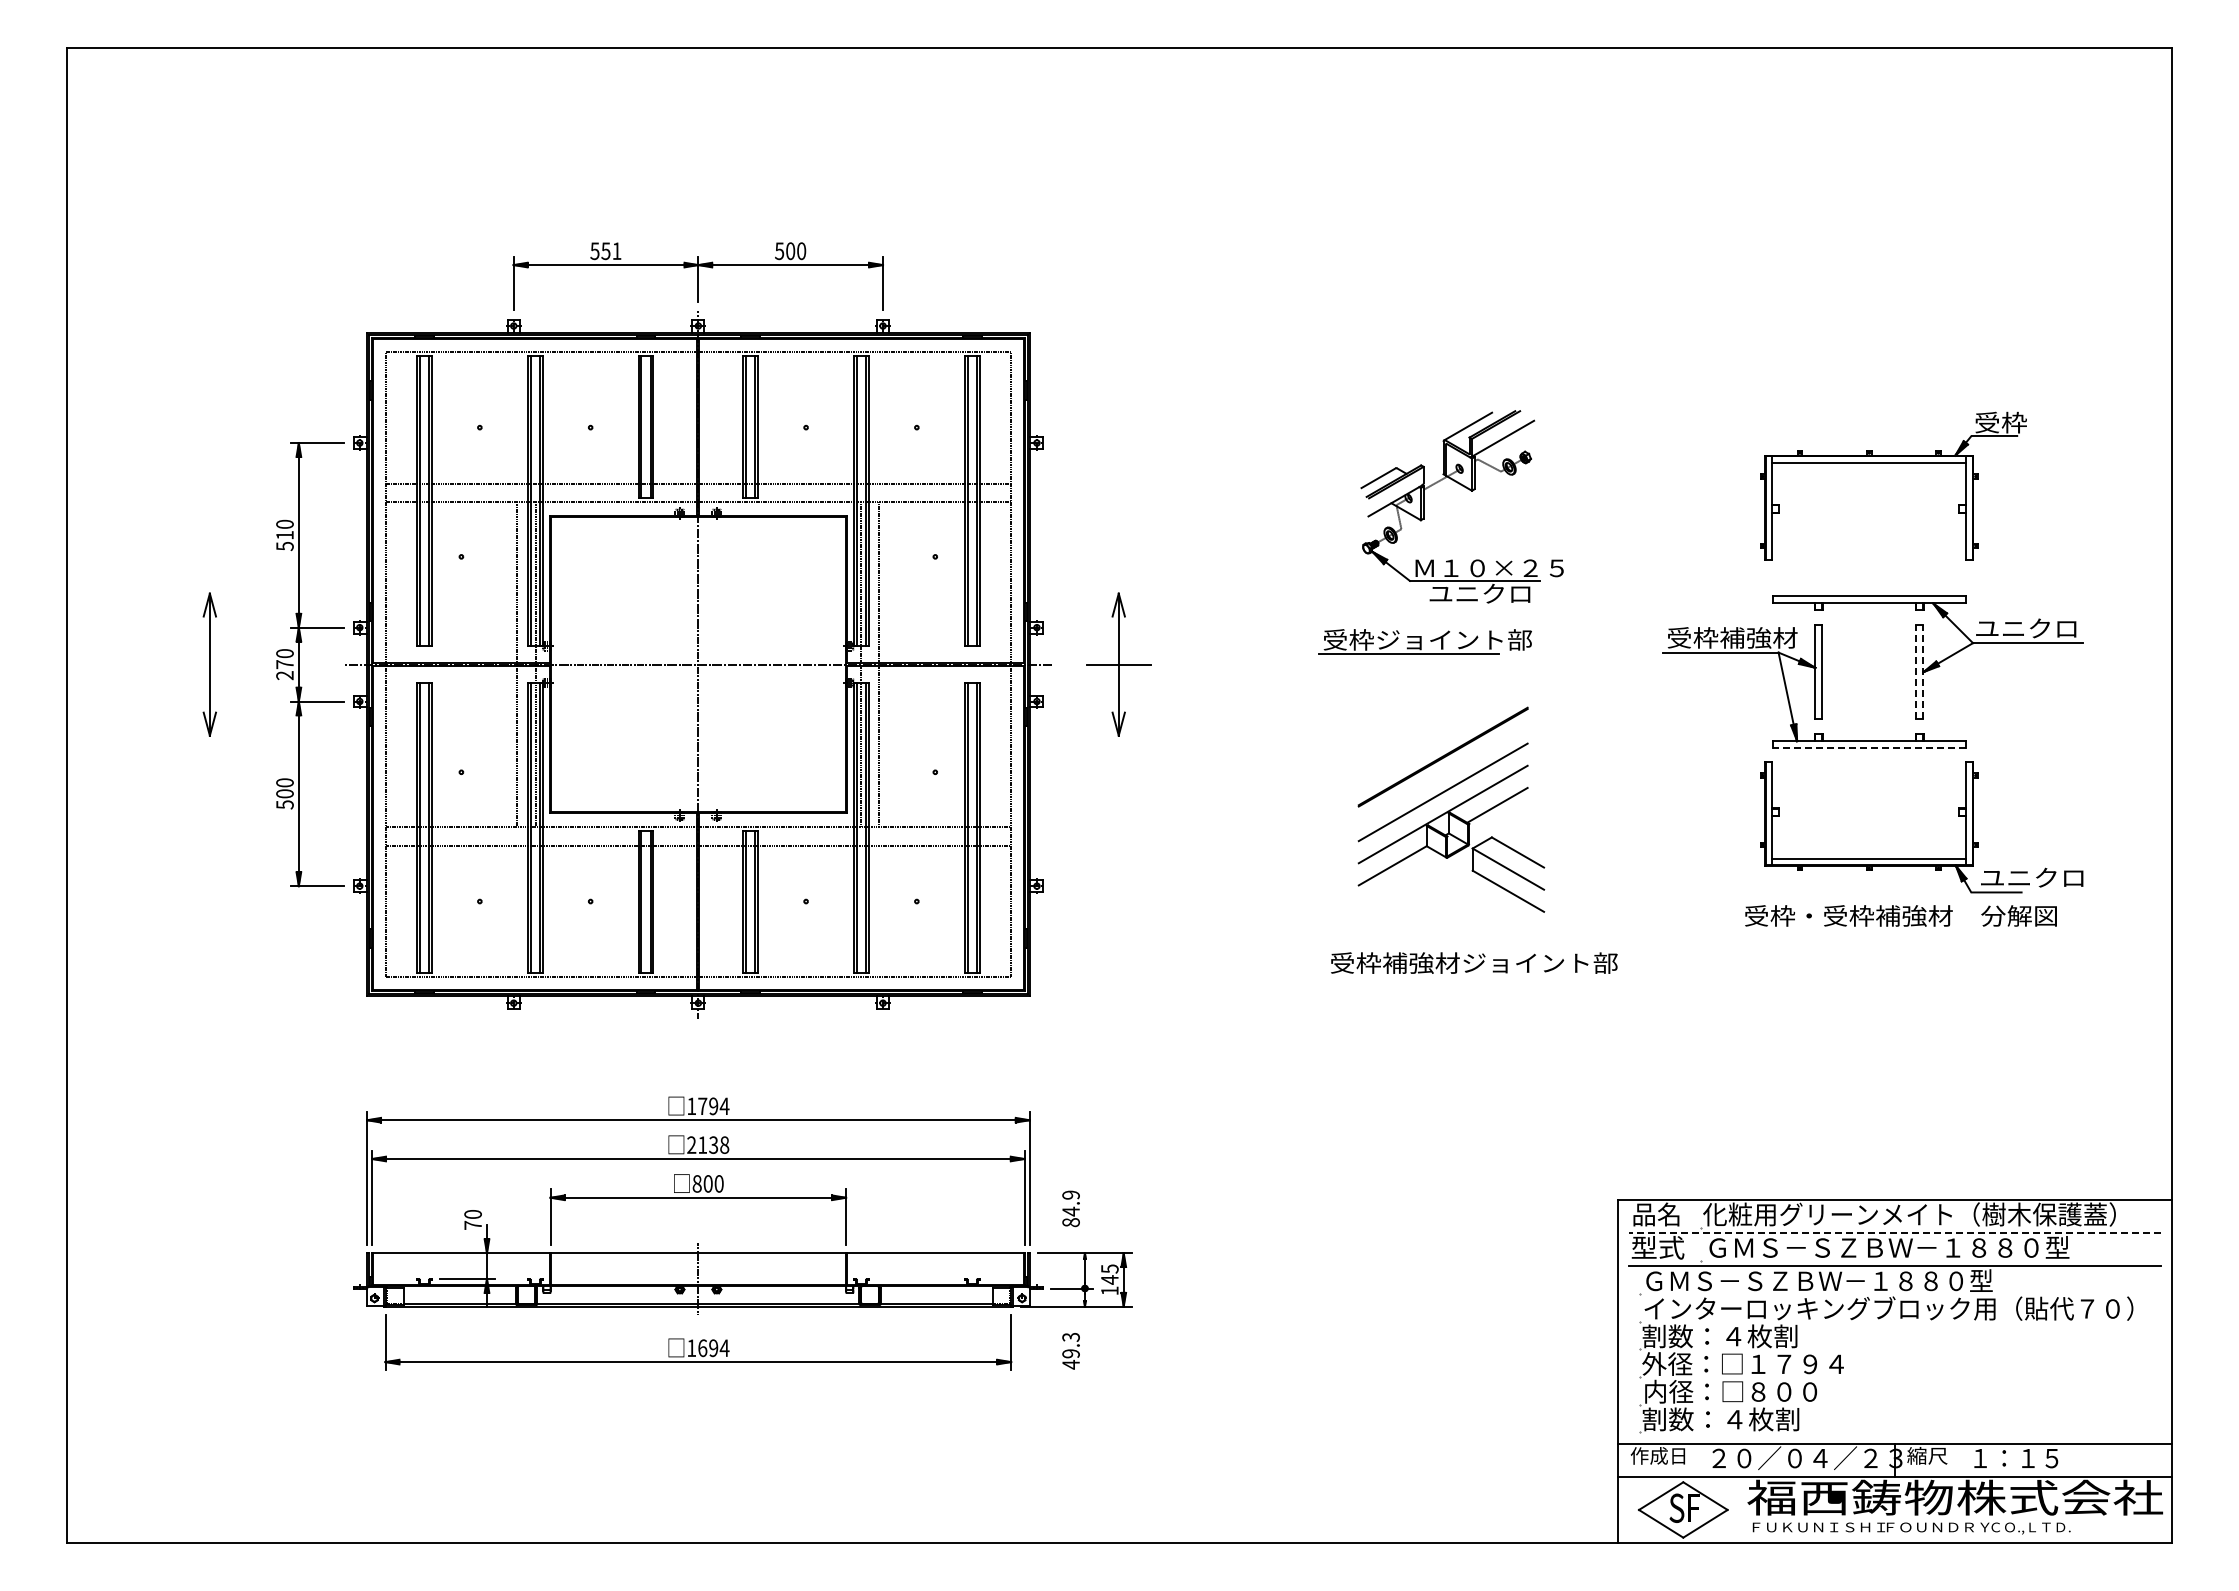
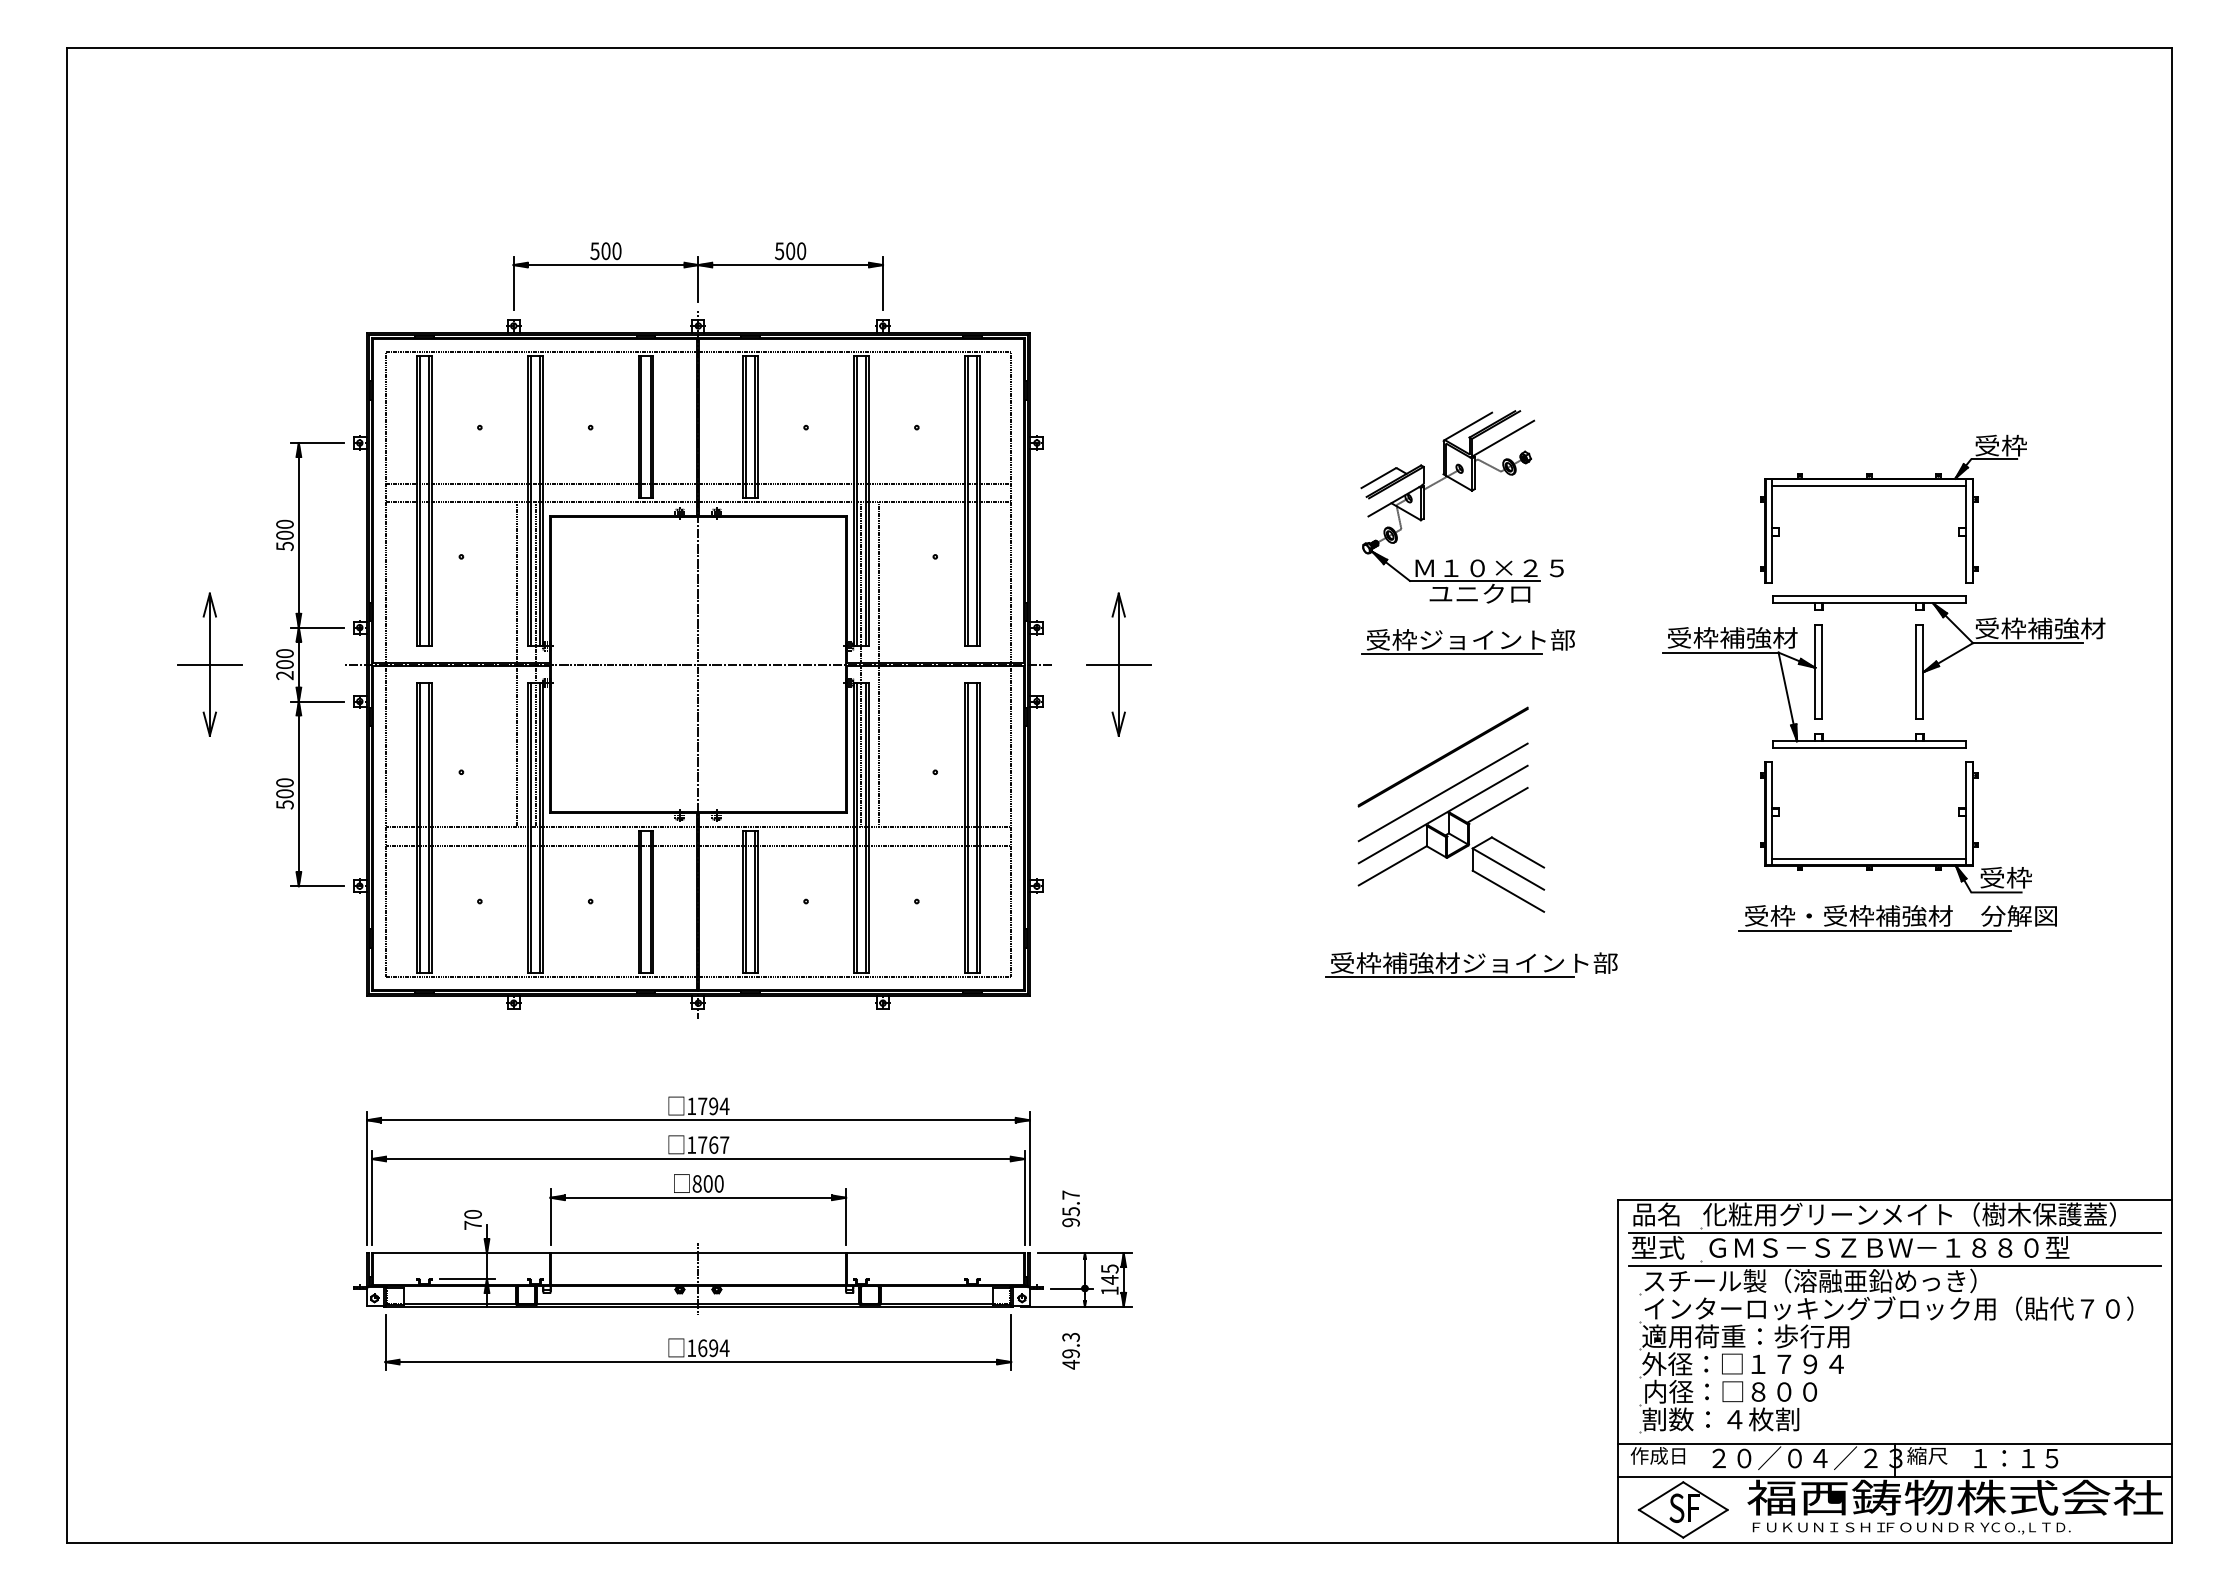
text at (611, 251): 551 -> 500
part at (1893, 463) position: (1893, 463) -> (1893, 486)
text at (284, 534): 510 -> 500
text at (2040, 628): ユニクロ -> 受枠補強材
part at (1424, 641) position: (1424, 641) -> (1467, 641)
line at (209, 664): none -> present
text at (284, 664): 270 -> 200
line at (1916, 671): dashed -> solid
line at (1923, 671): dashed -> solid
line at (1869, 748): dashed -> solid
text at (2031, 877): ユニクロ -> 受枠
line at (1874, 930): none -> present
line at (1449, 977): none -> present
text at (708, 1144): 2138 -> 1767
text at (1070, 1208): 84.9 -> 95.7
line at (1894, 1233): dashed -> solid
text at (1818, 1280): ＧＭＳ－ＳＺＢＷ－１８８０型 -> スチール製（溶融亜鉛めっき）
text at (1745, 1336): 割数：４枚割 -> 適用荷重：歩行用
